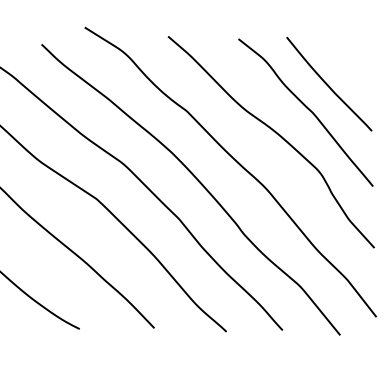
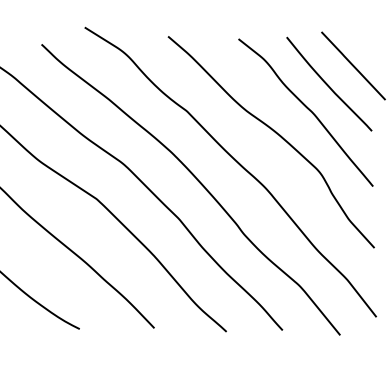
line at (353, 65): none -> present
